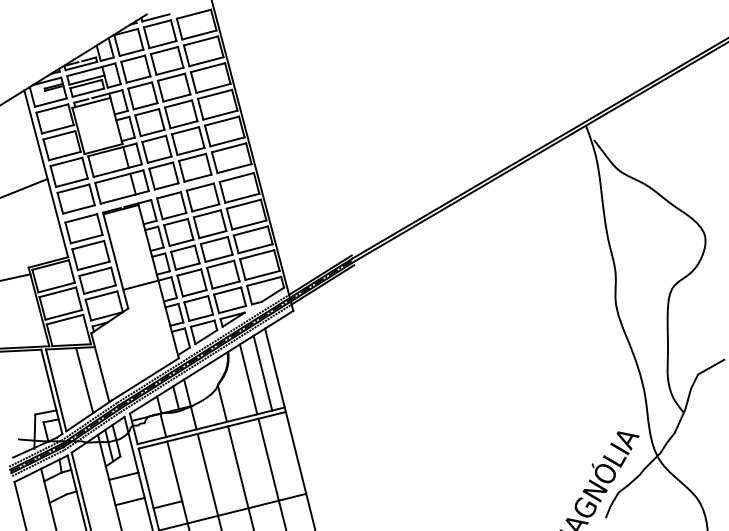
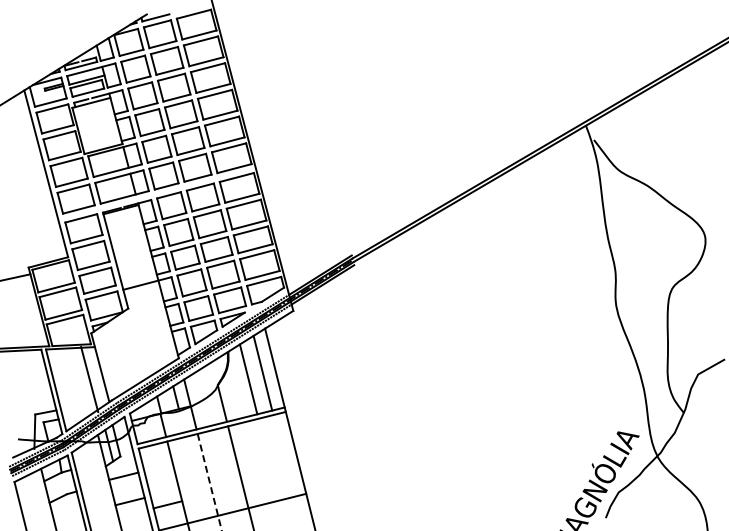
line at (24, 188): present -> none
line at (84, 380) position: (84, 380) -> (89, 379)
line at (271, 472): present -> none
line at (209, 482): solid -> dashed
